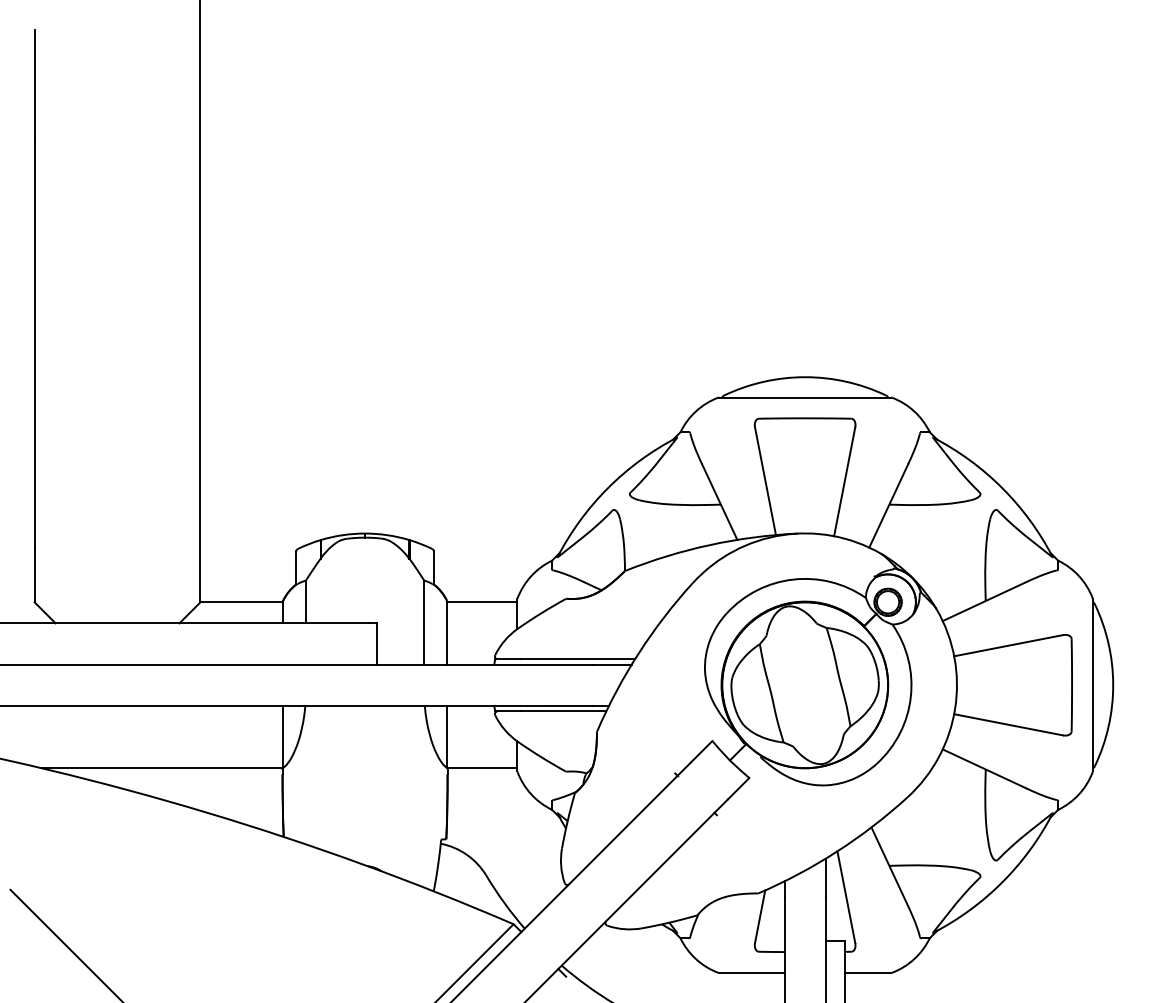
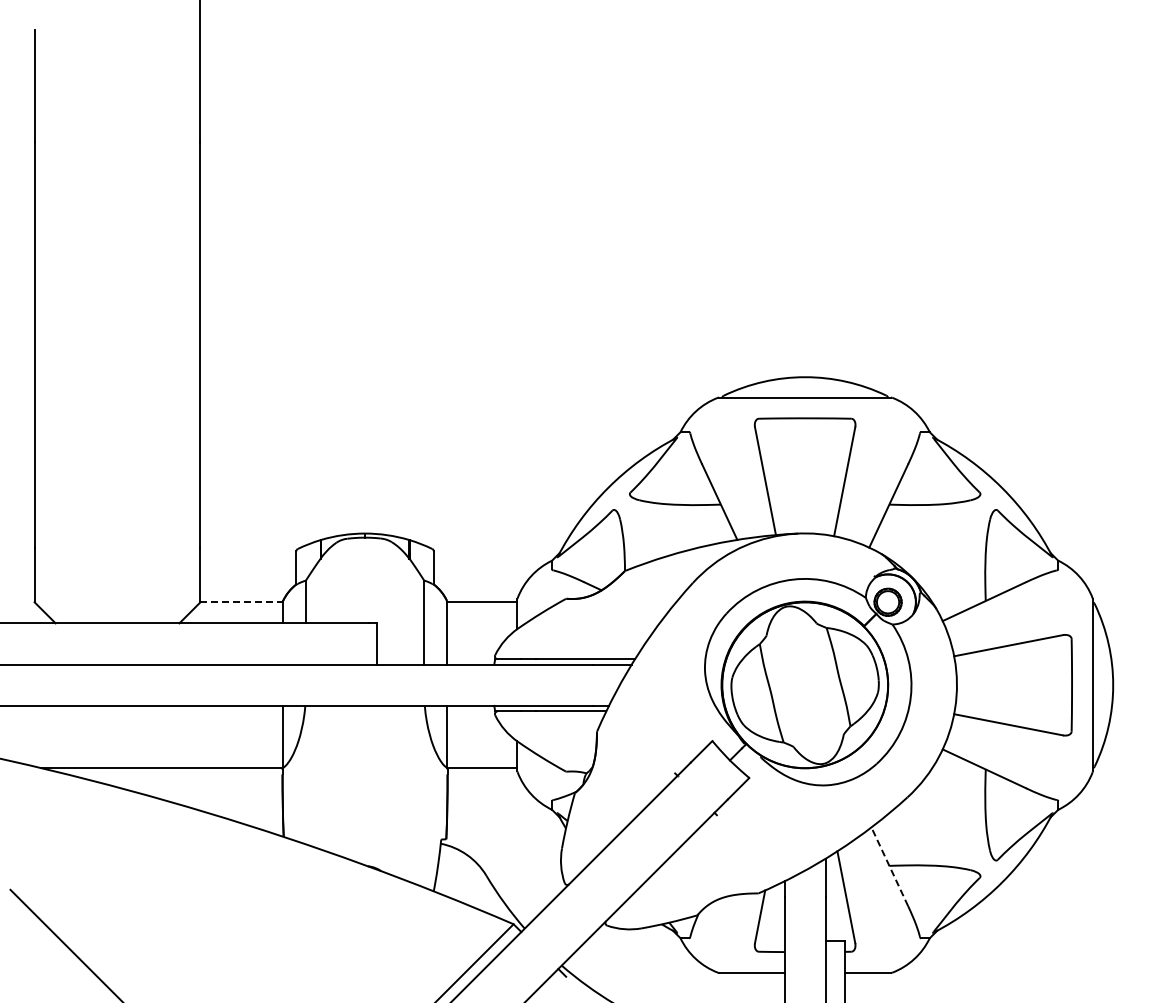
line at (242, 602): solid -> dashed
line at (889, 866): solid -> dashed
